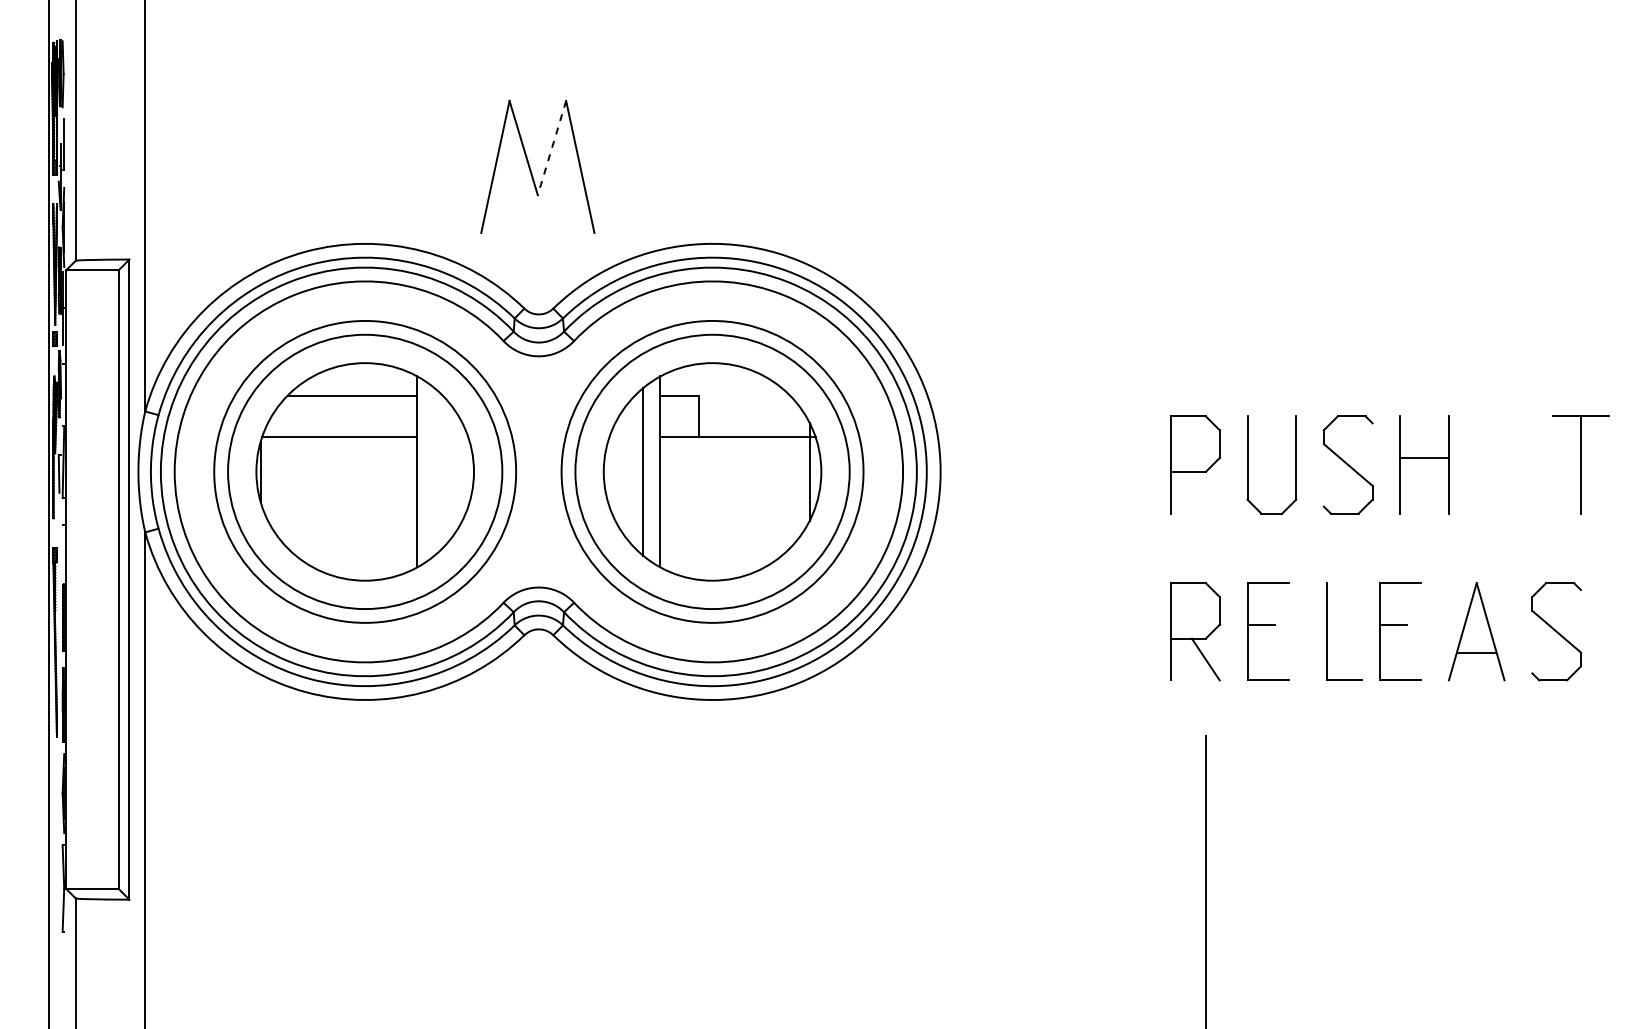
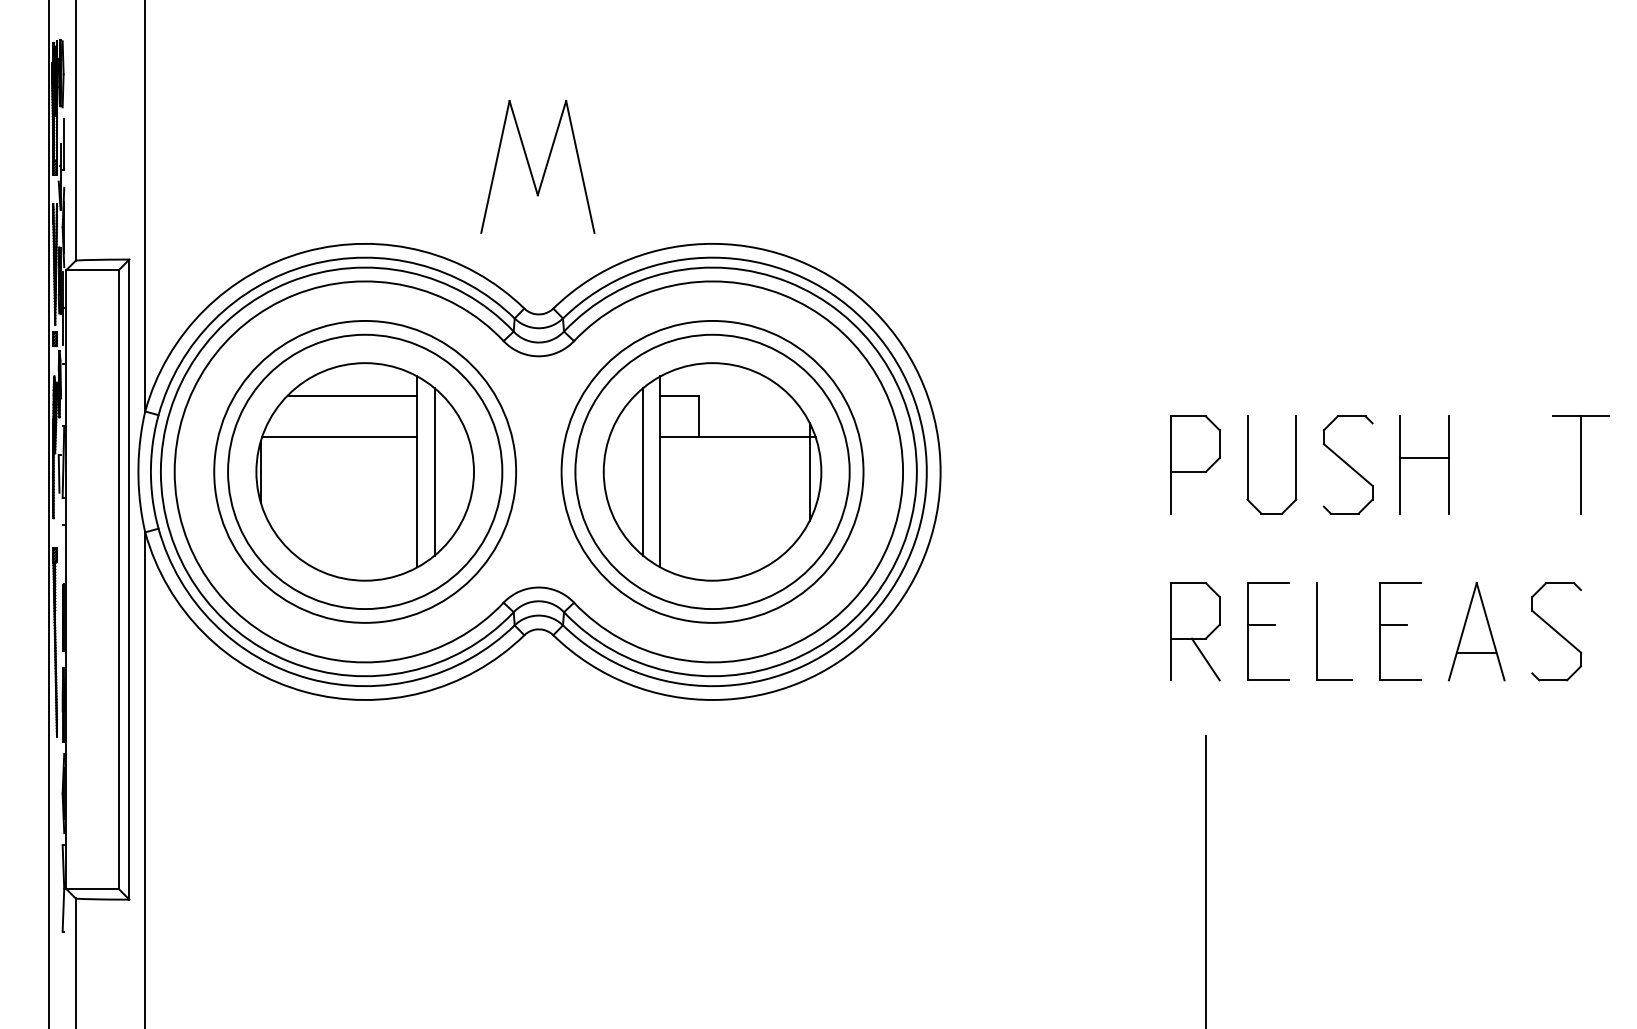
line at (551, 148): dashed -> solid
line at (434, 471): none -> present
part at (1327, 631) position: (1327, 631) -> (1317, 631)
